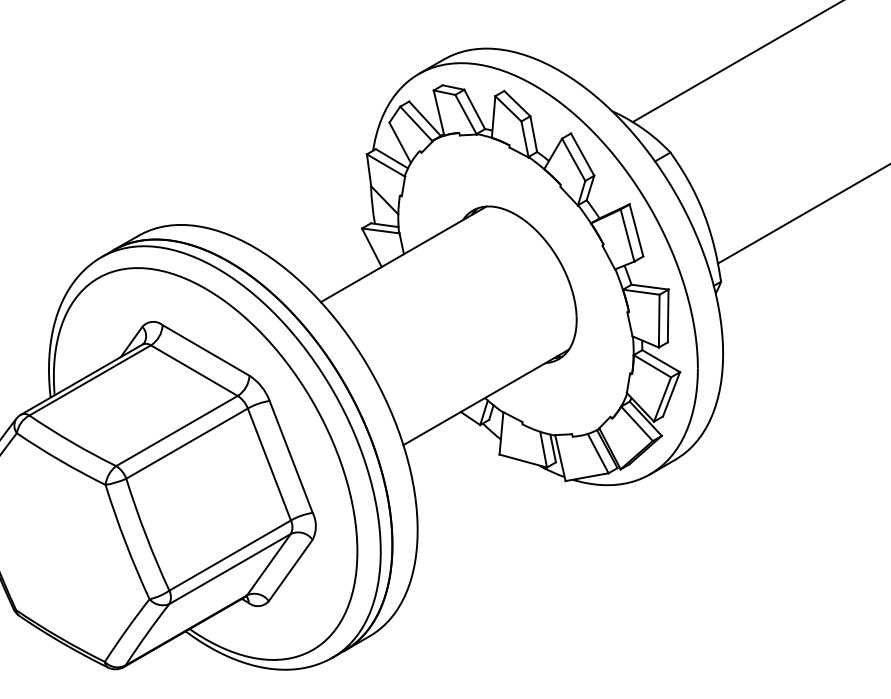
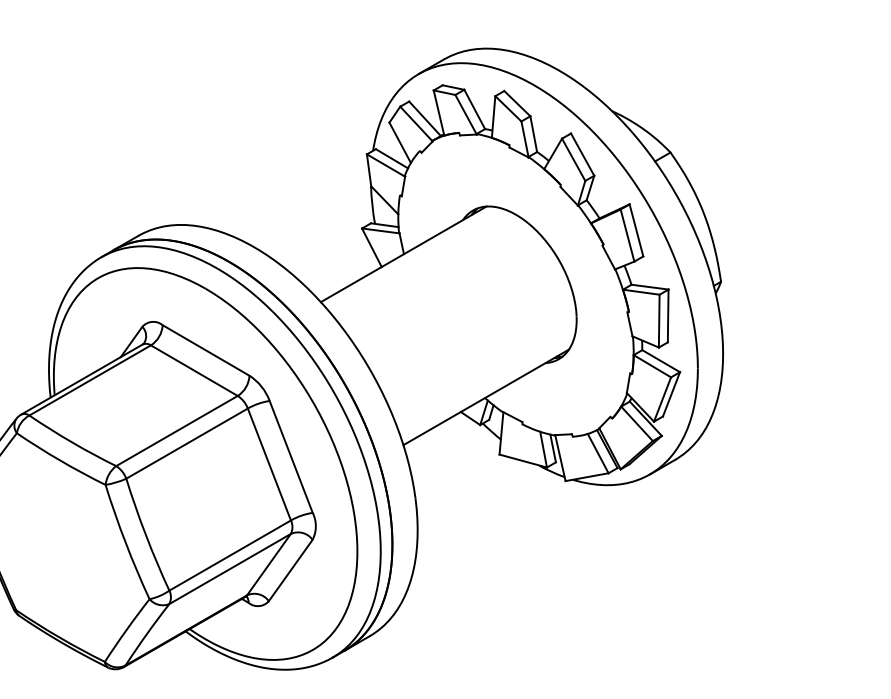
line at (736, 62): present -> none
line at (802, 214): present -> none
